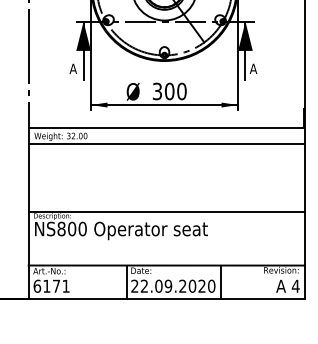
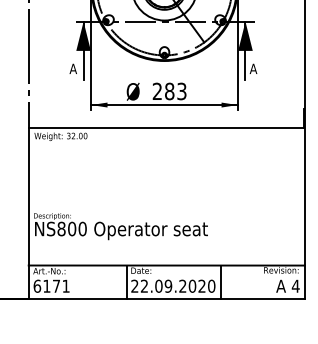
text at (169, 91): 300 -> 283
line at (166, 144): present -> none
line at (166, 212): present -> none
